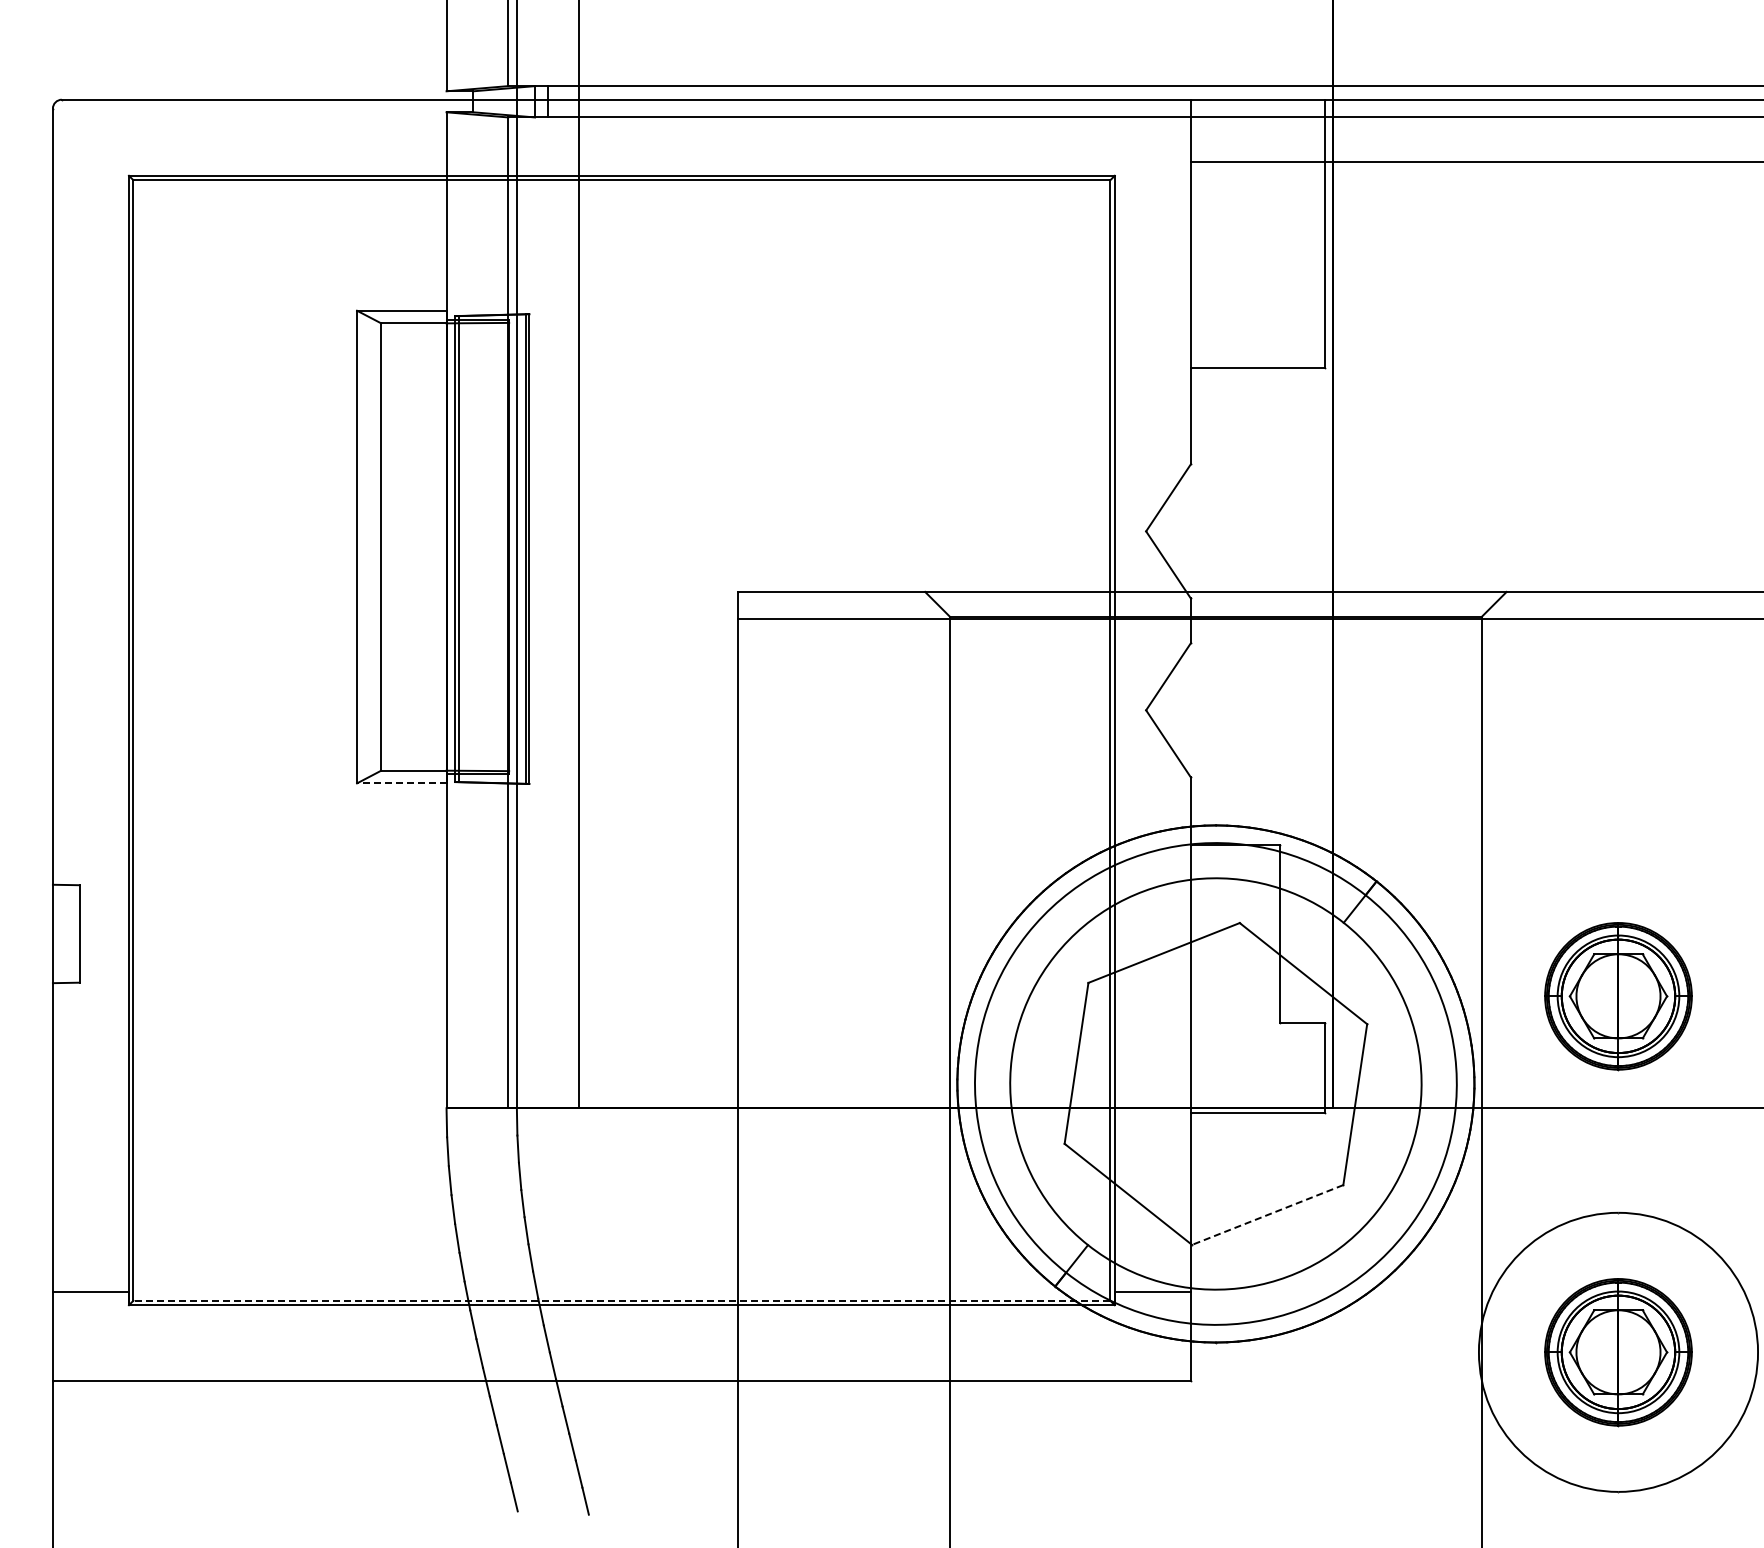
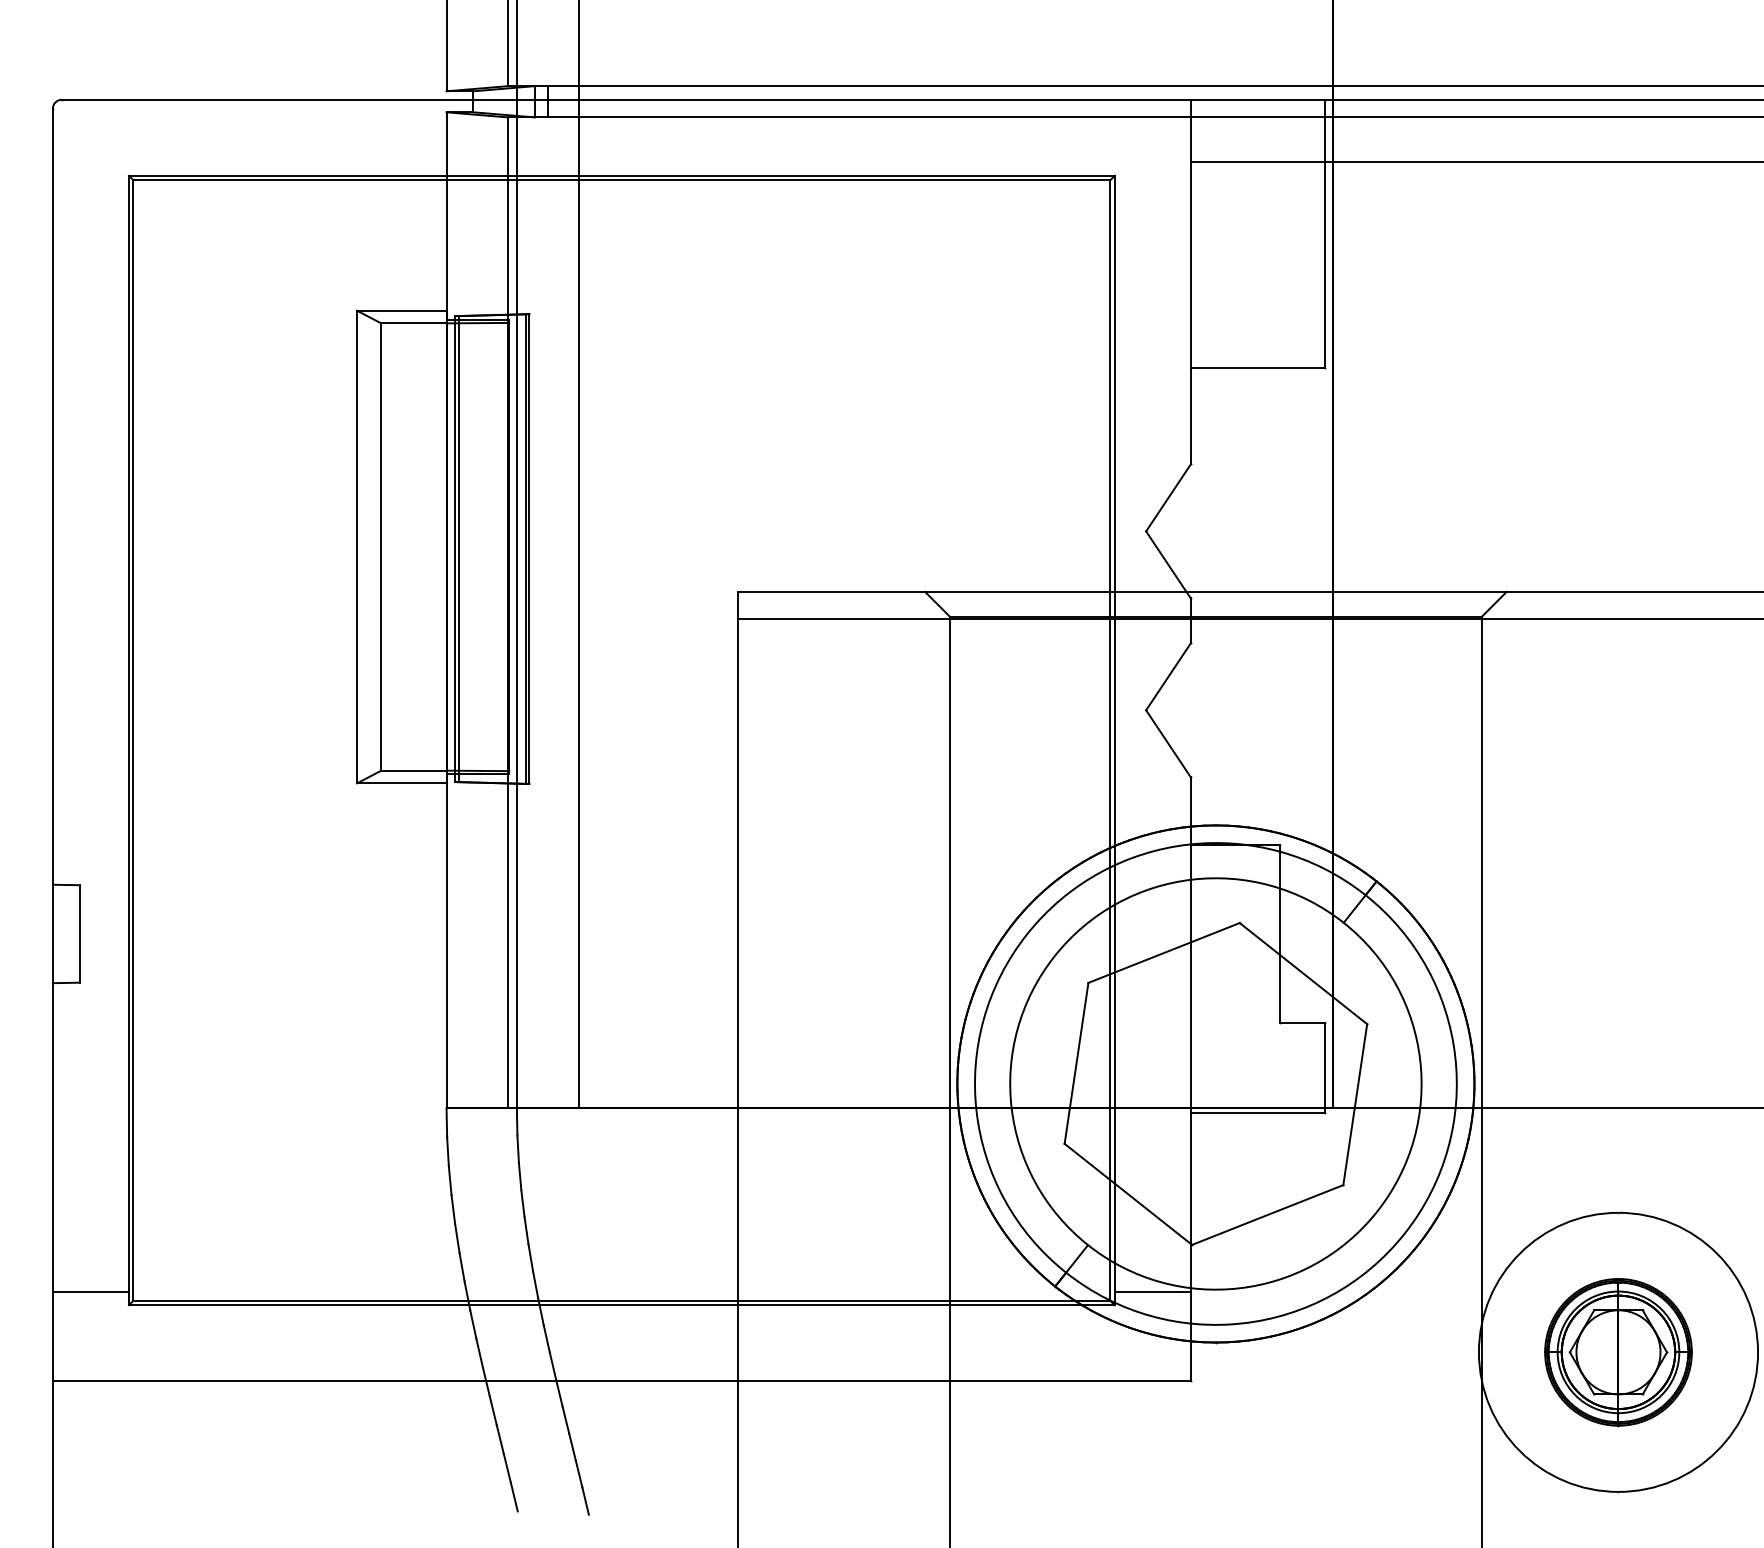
line at (401, 783): dashed -> solid
part at (1618, 996): present -> none
line at (1267, 1215): dashed -> solid
line at (621, 1300): dashed -> solid
